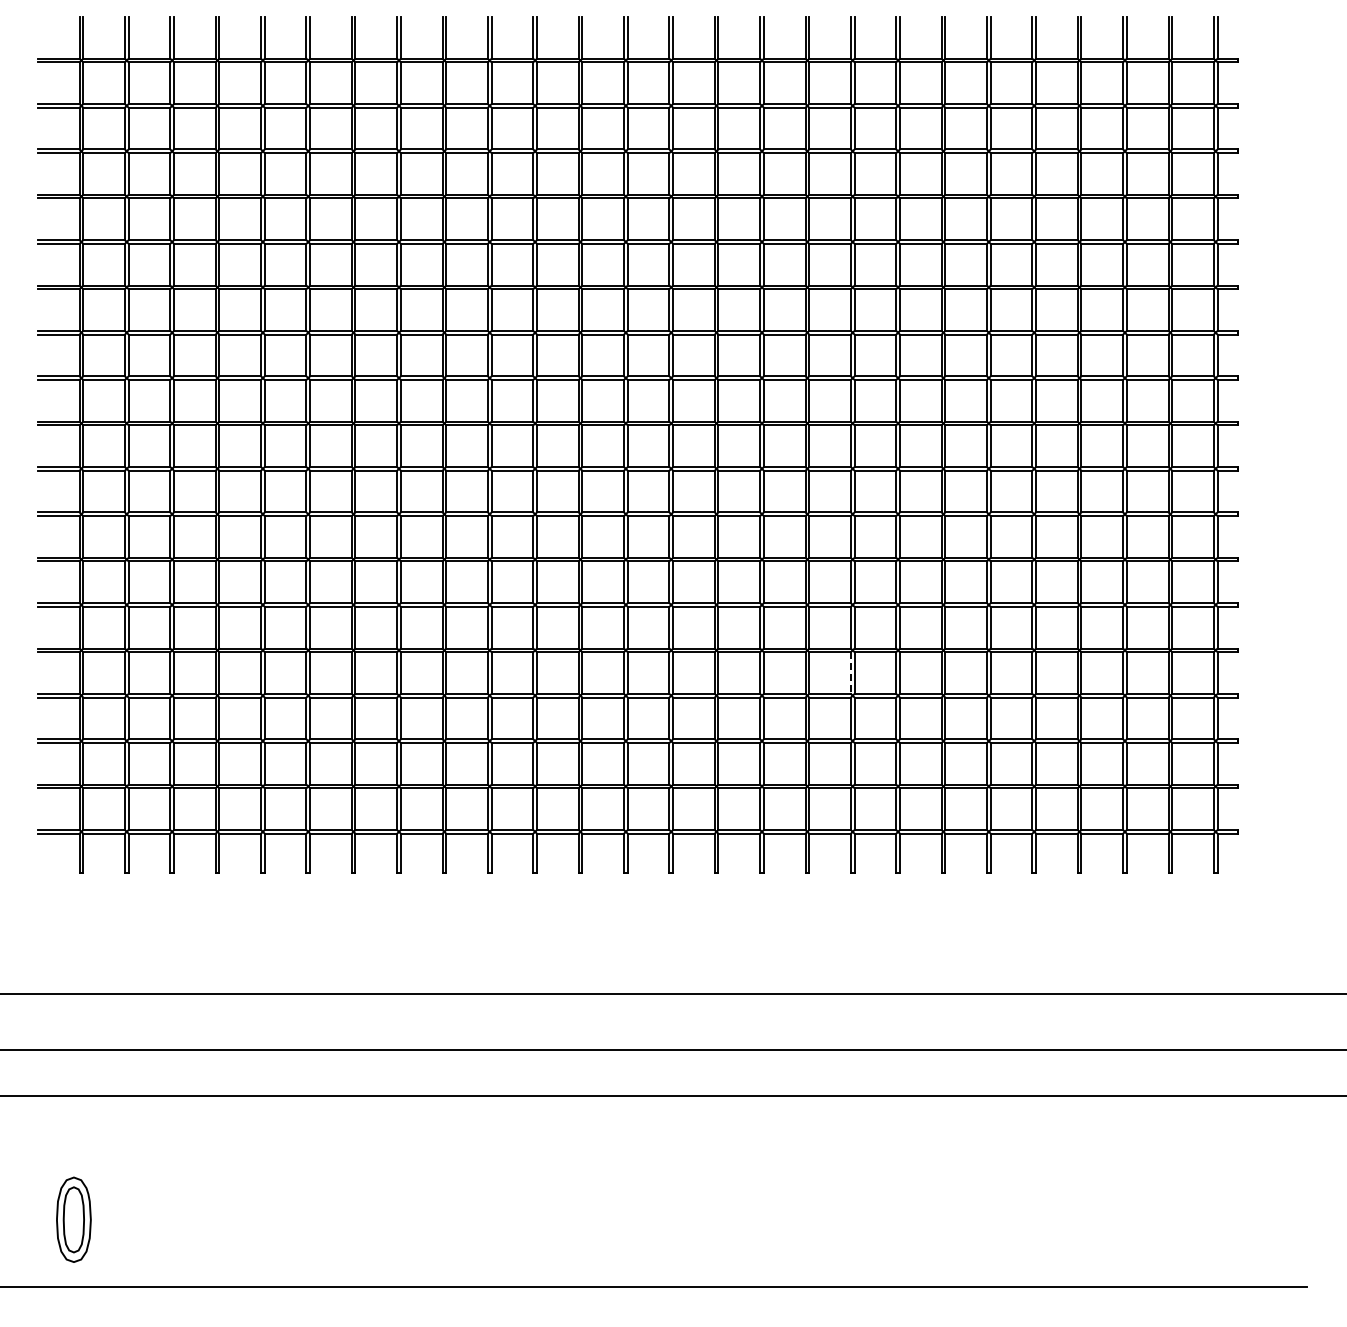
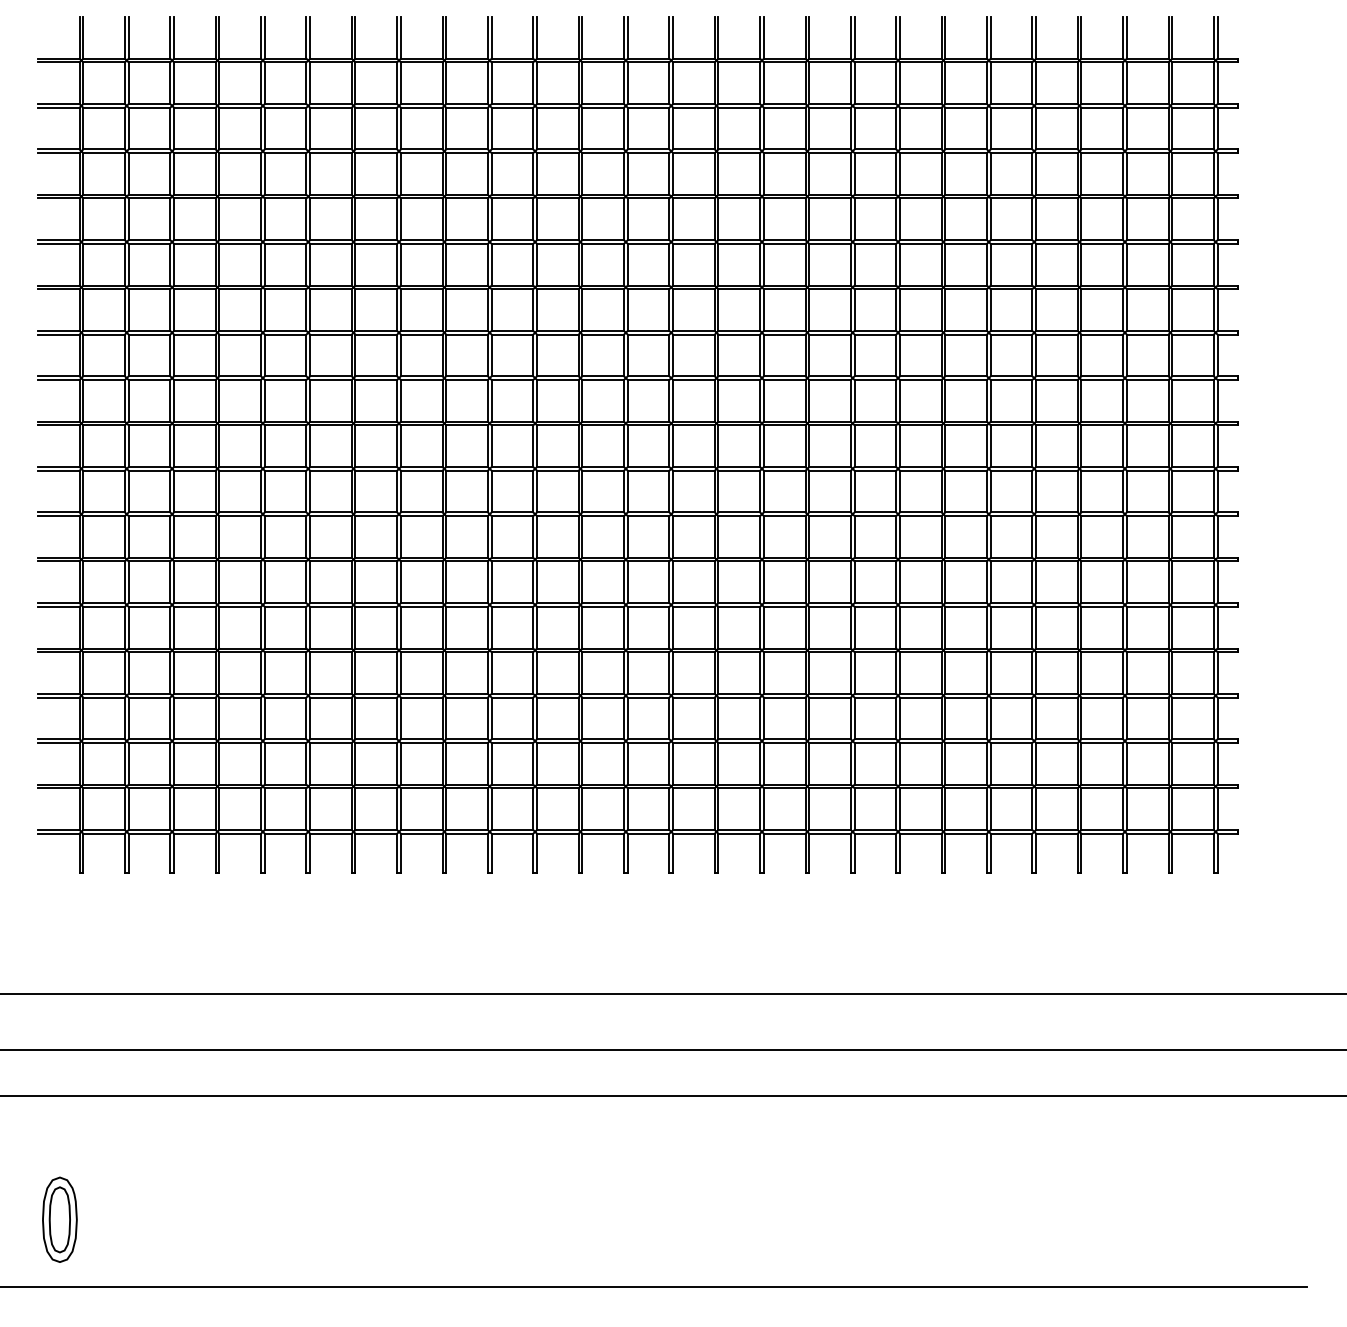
line at (850, 673): dashed -> solid
part at (73, 1219) position: (73, 1219) -> (59, 1219)
